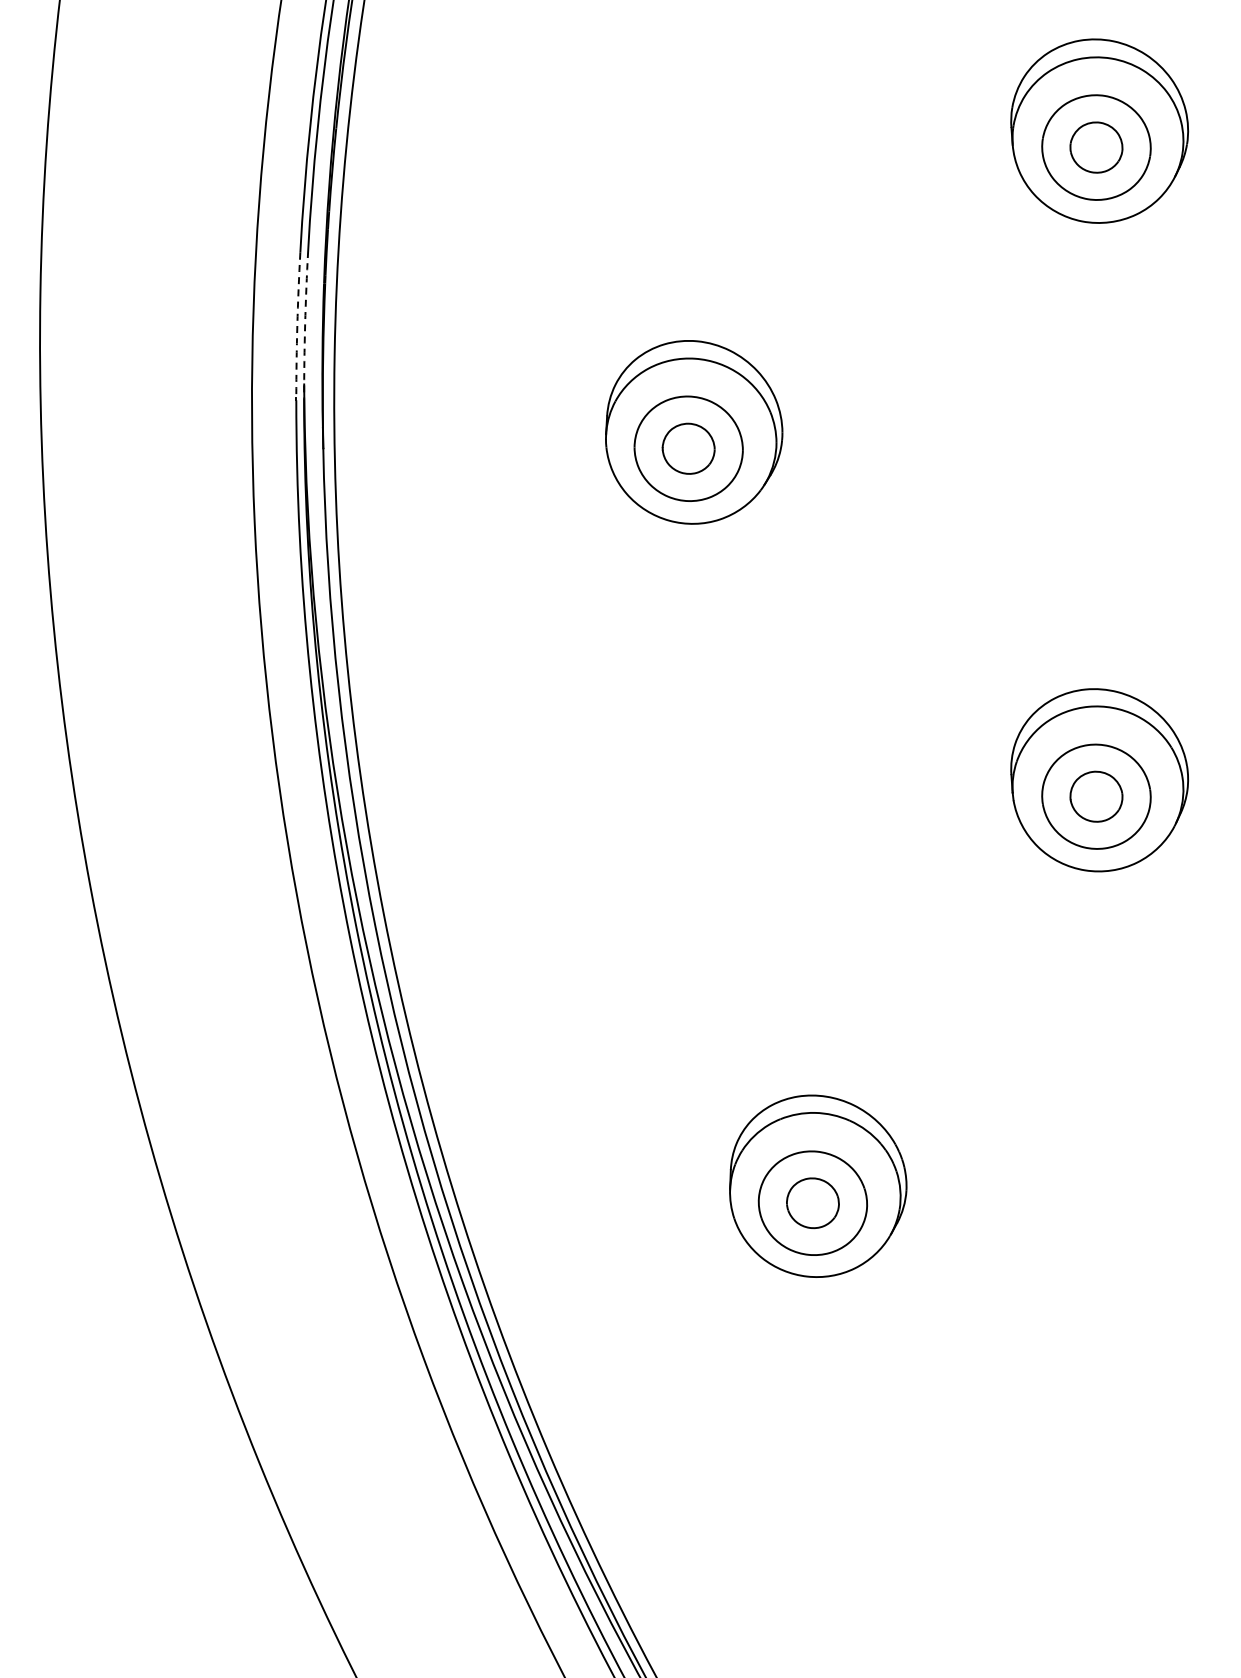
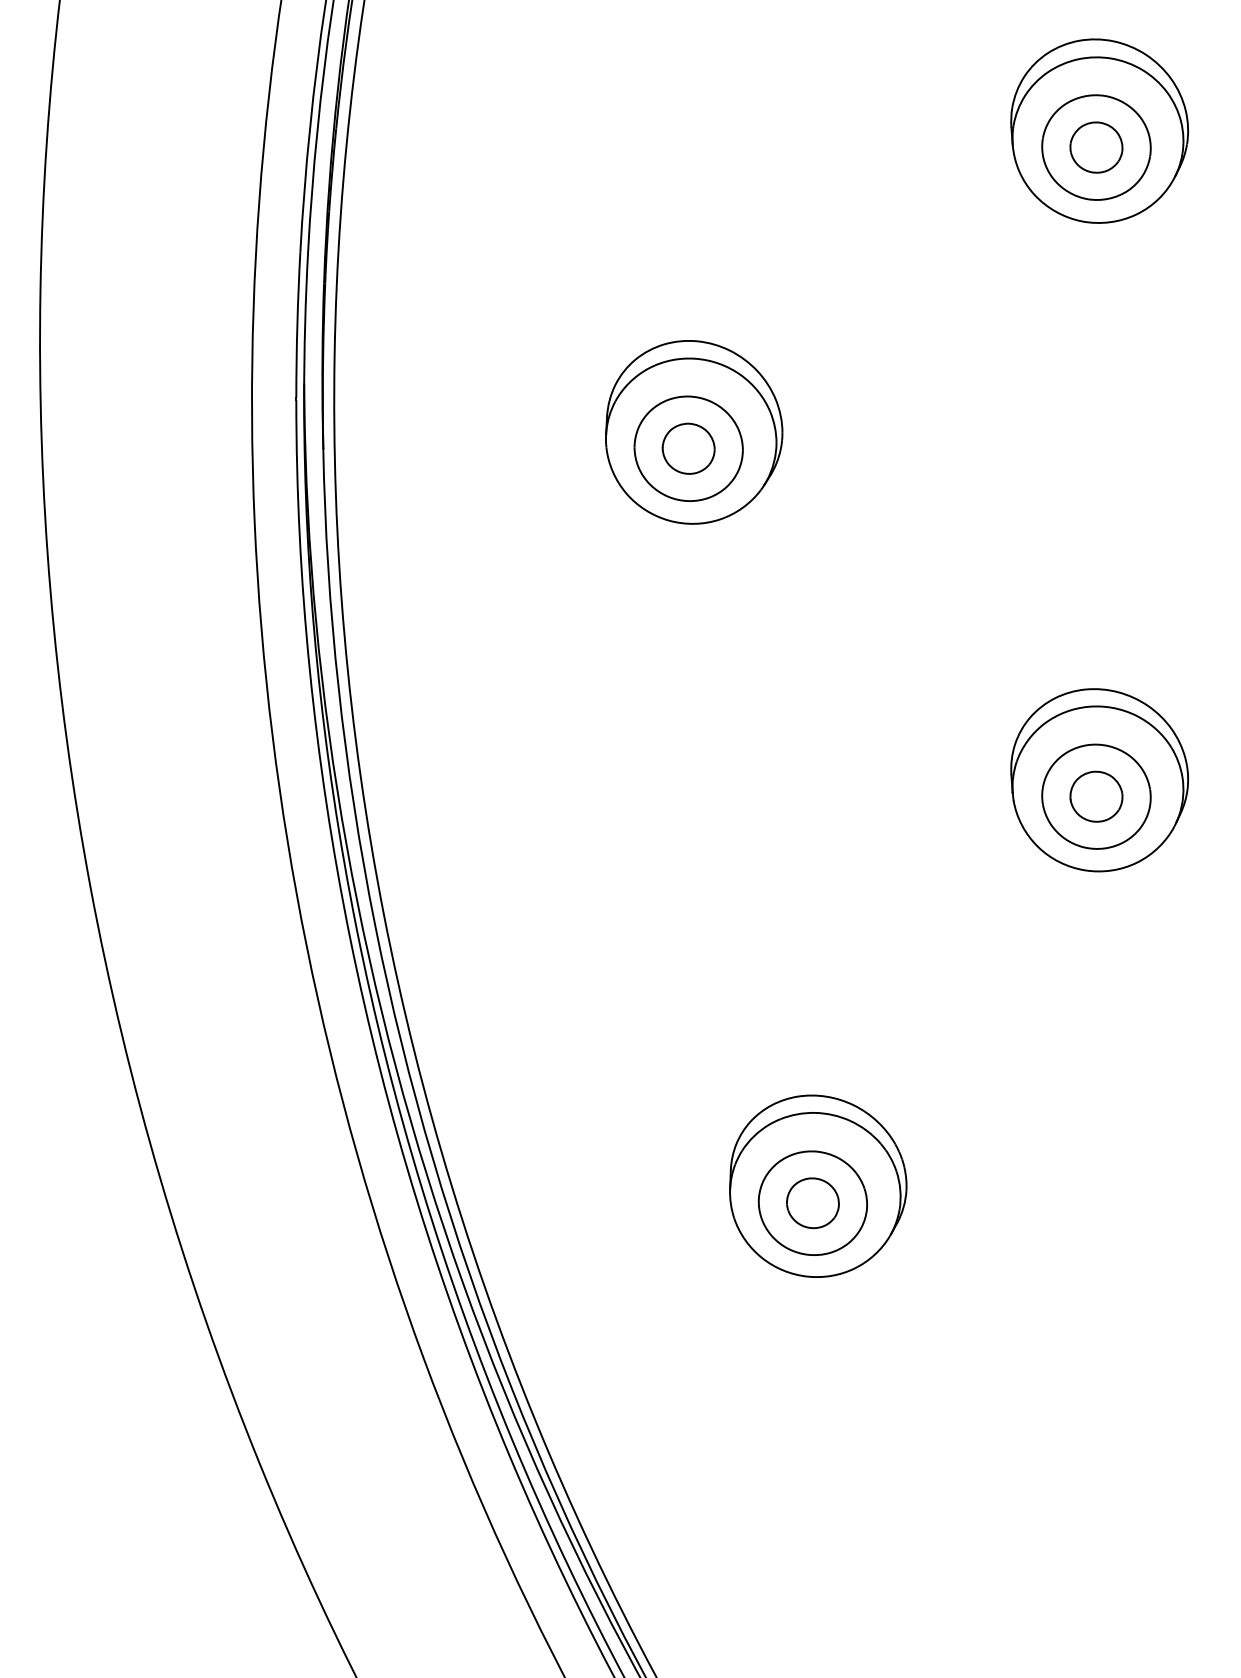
arc at (305, 324): dashed -> solid
arc at (297, 325): dashed -> solid
